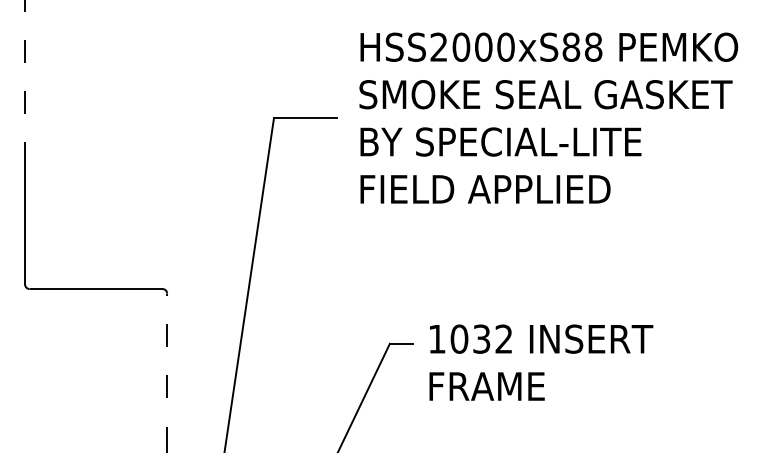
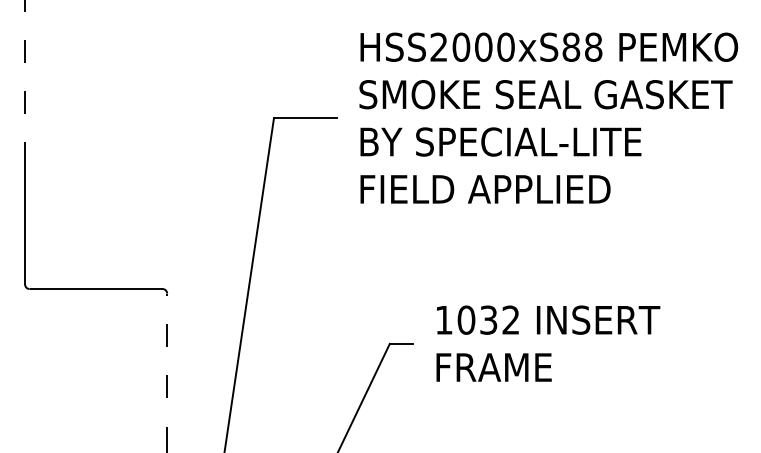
text at (541, 362) position: (541, 362) -> (548, 343)
